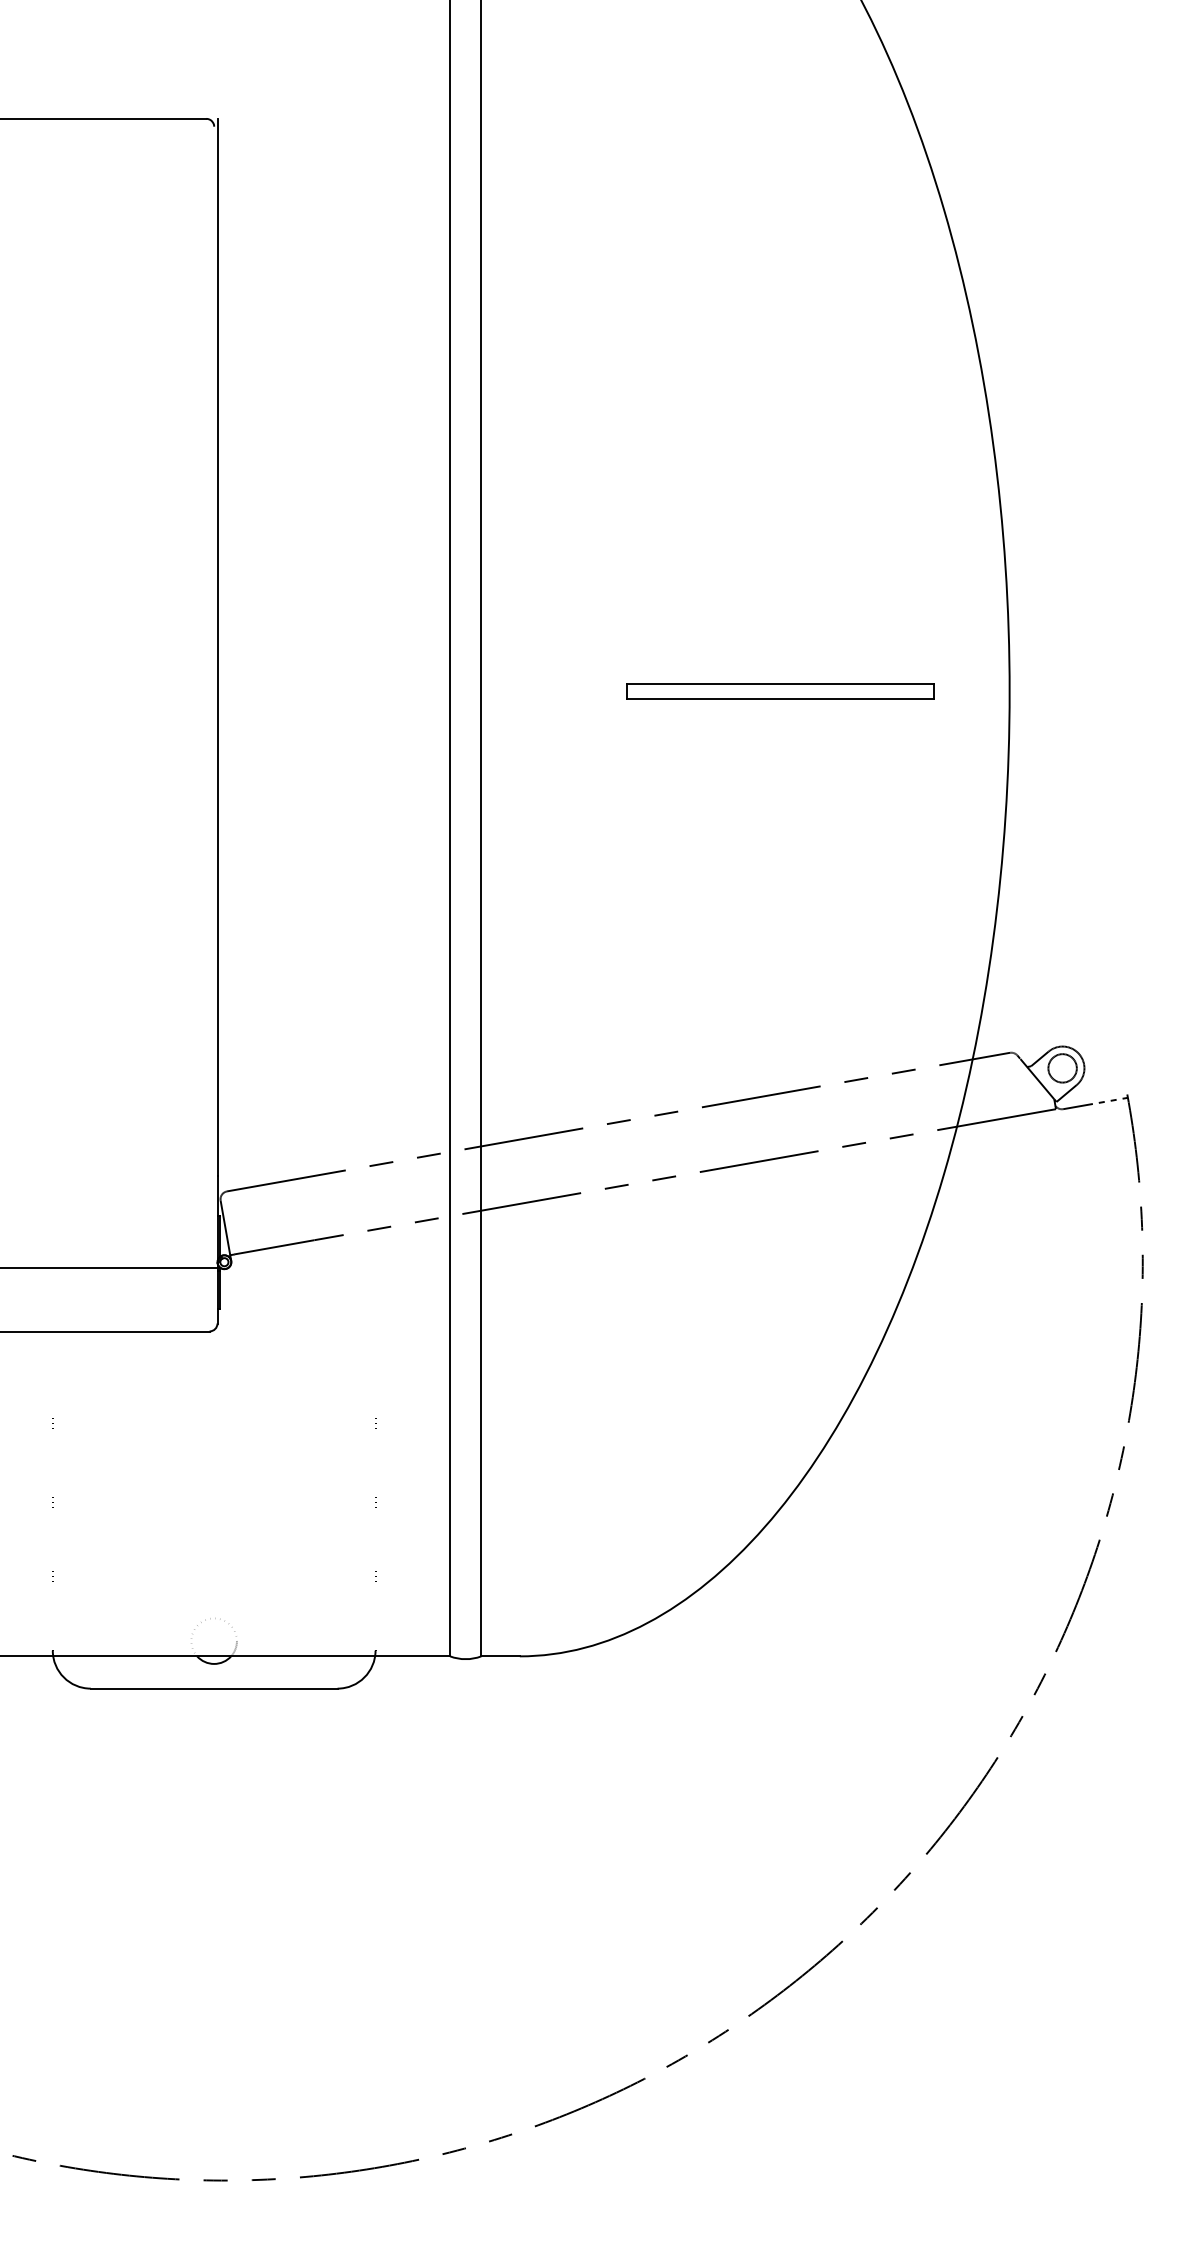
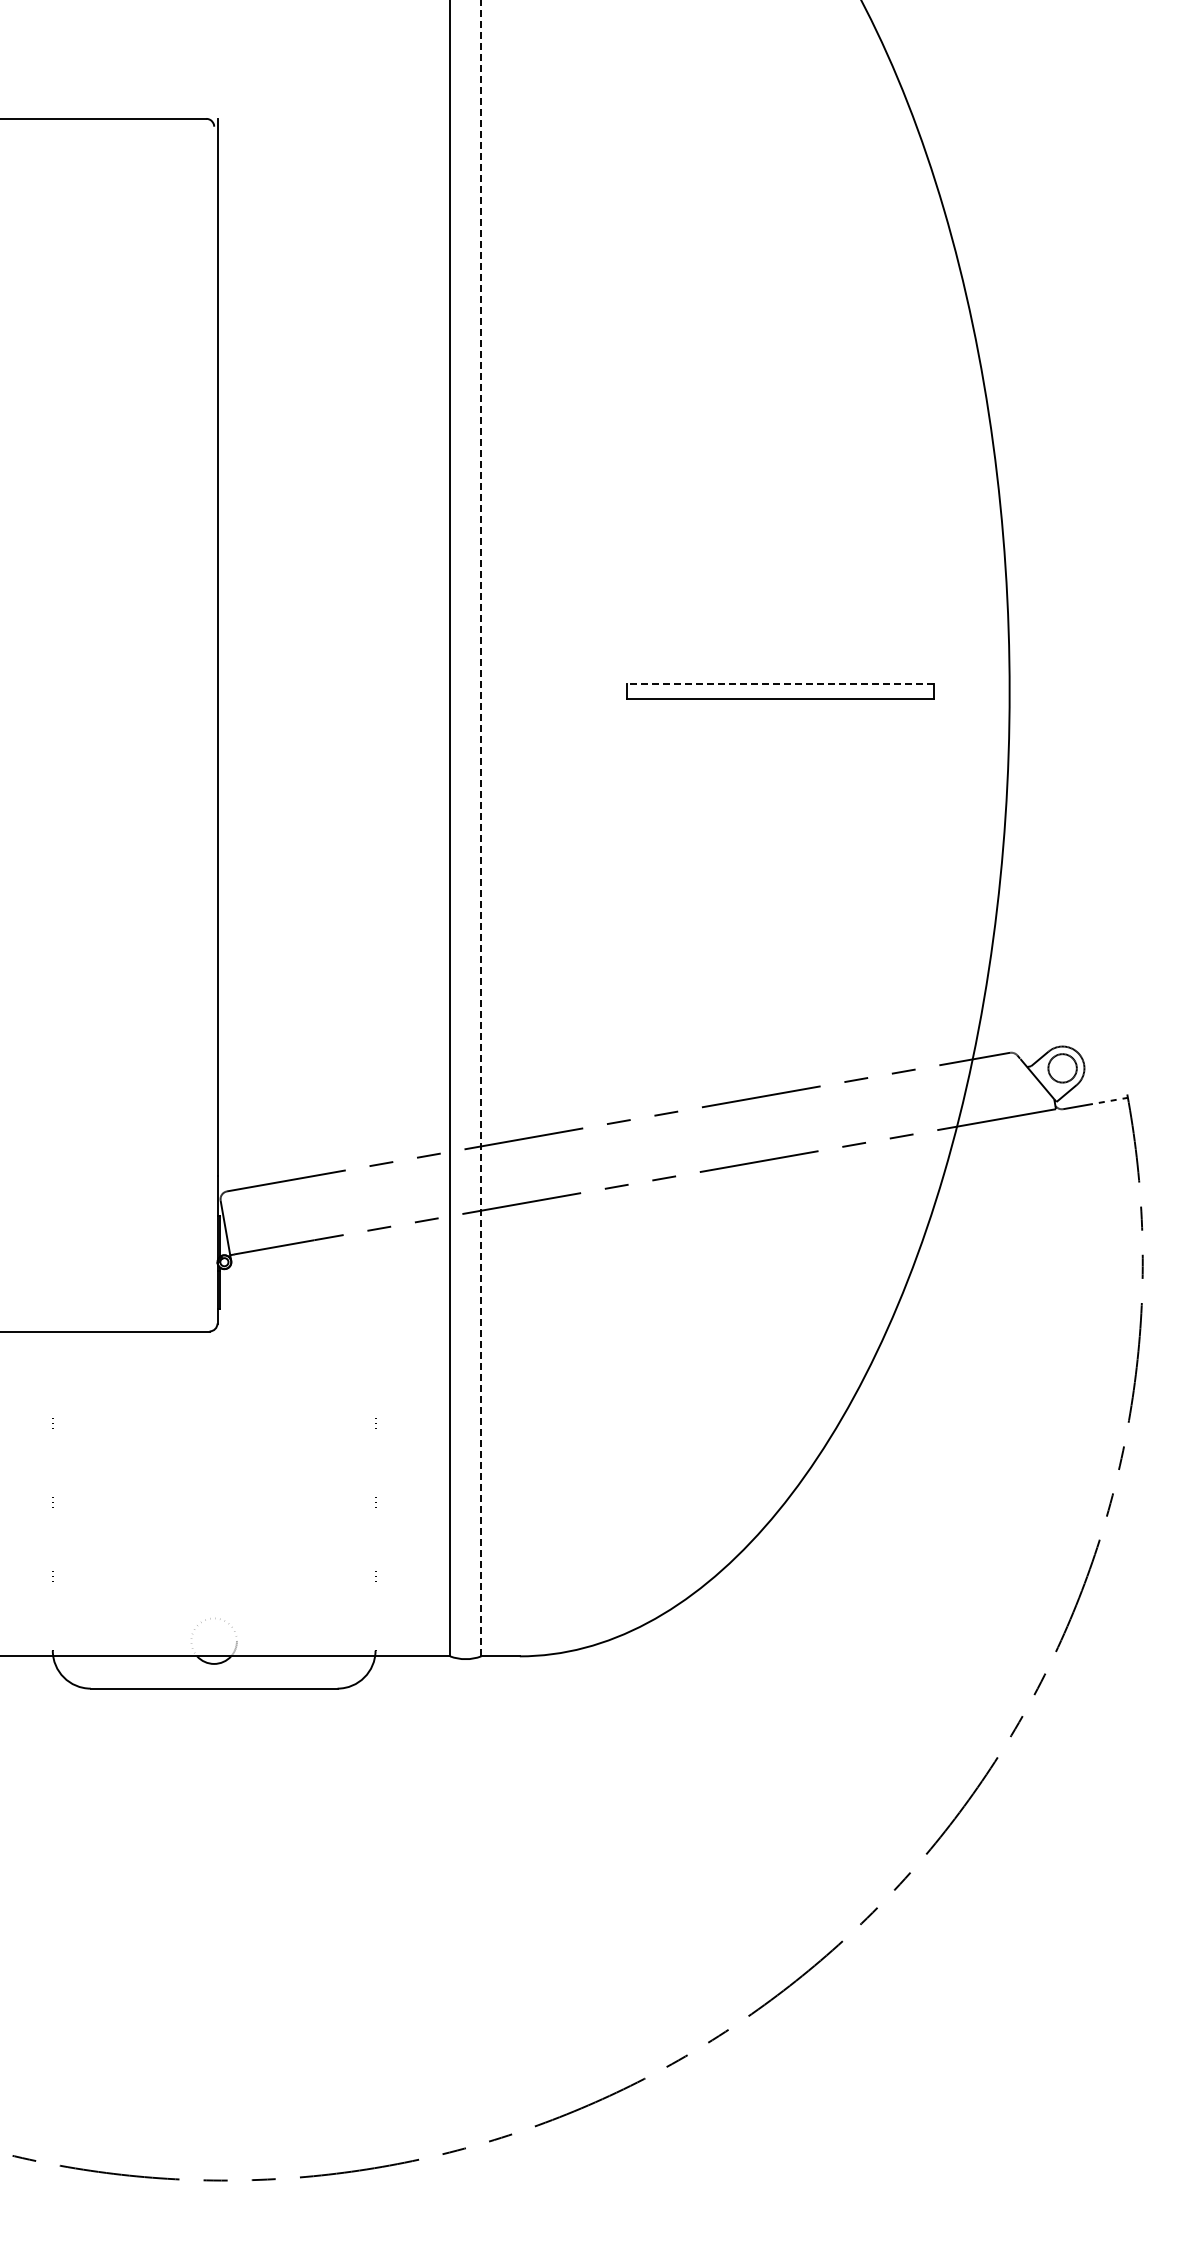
line at (780, 684): solid -> dashed
line at (481, 828): solid -> dashed
line at (109, 1268): present -> none
